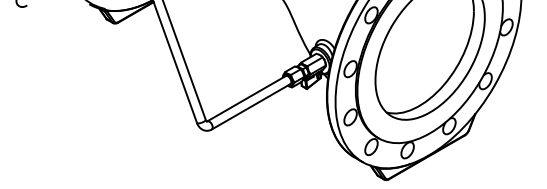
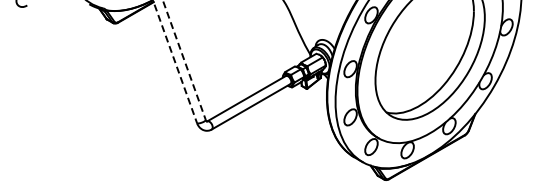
line at (184, 60): solid -> dashed
line at (175, 62): solid -> dashed
